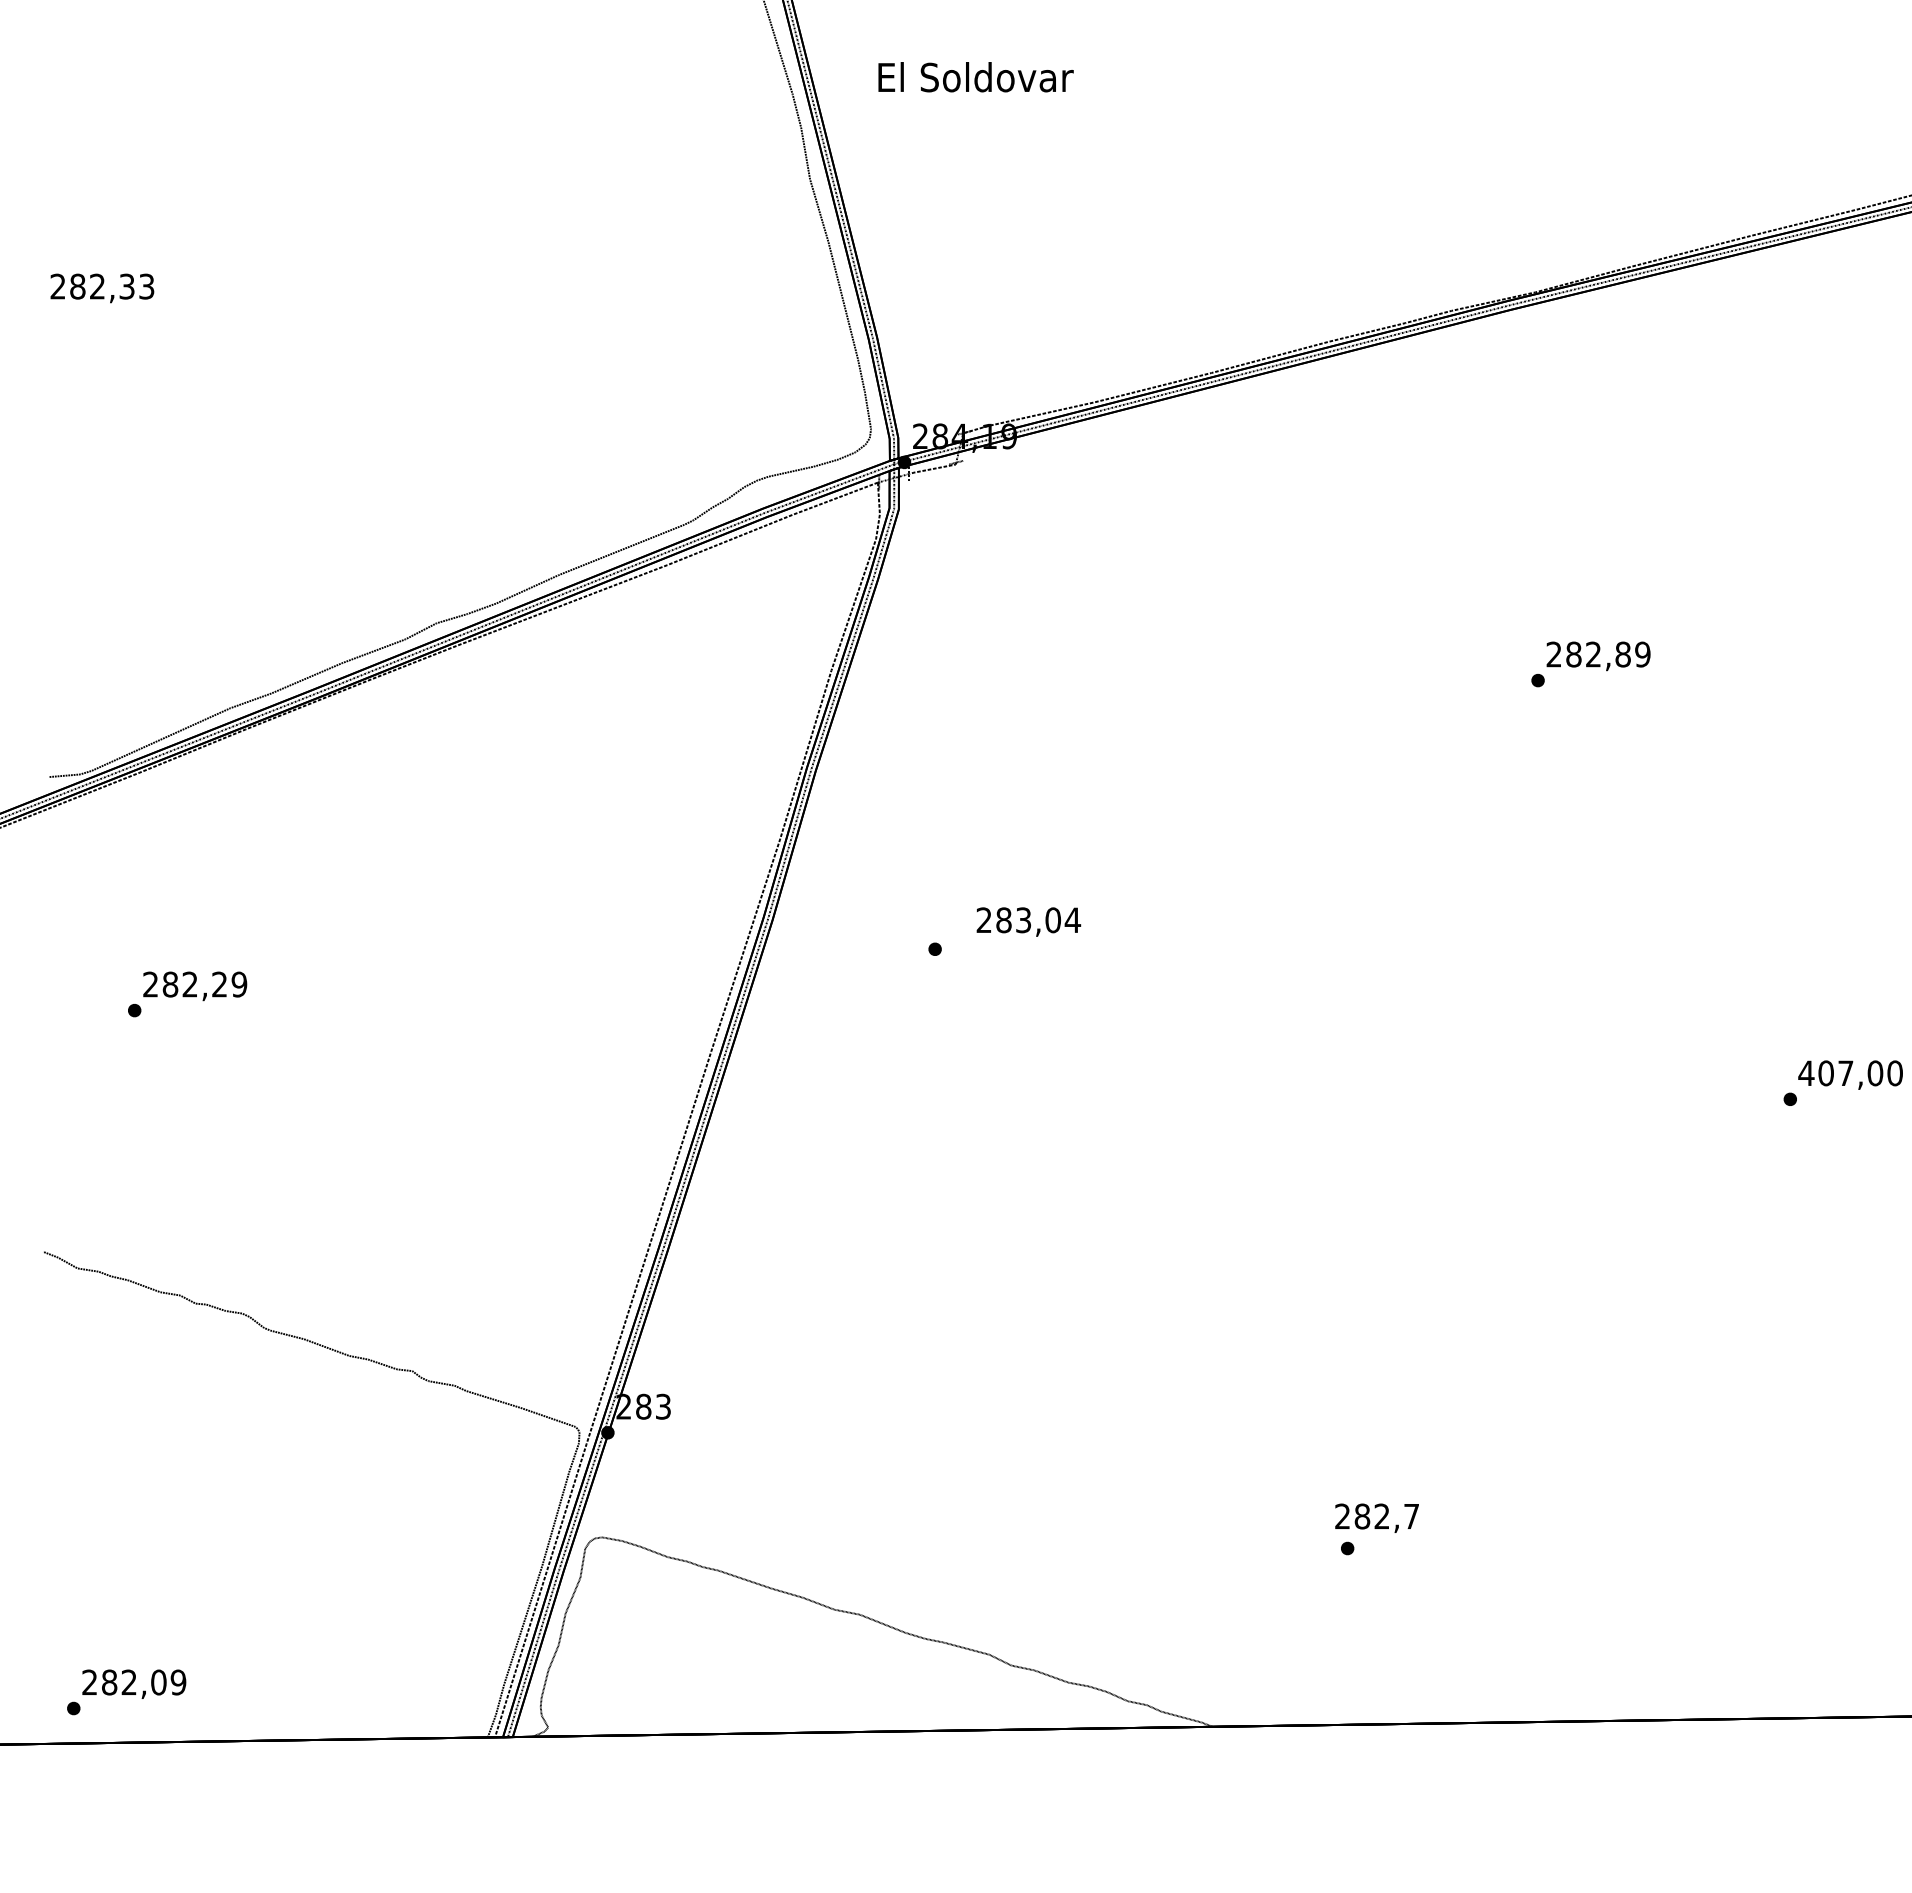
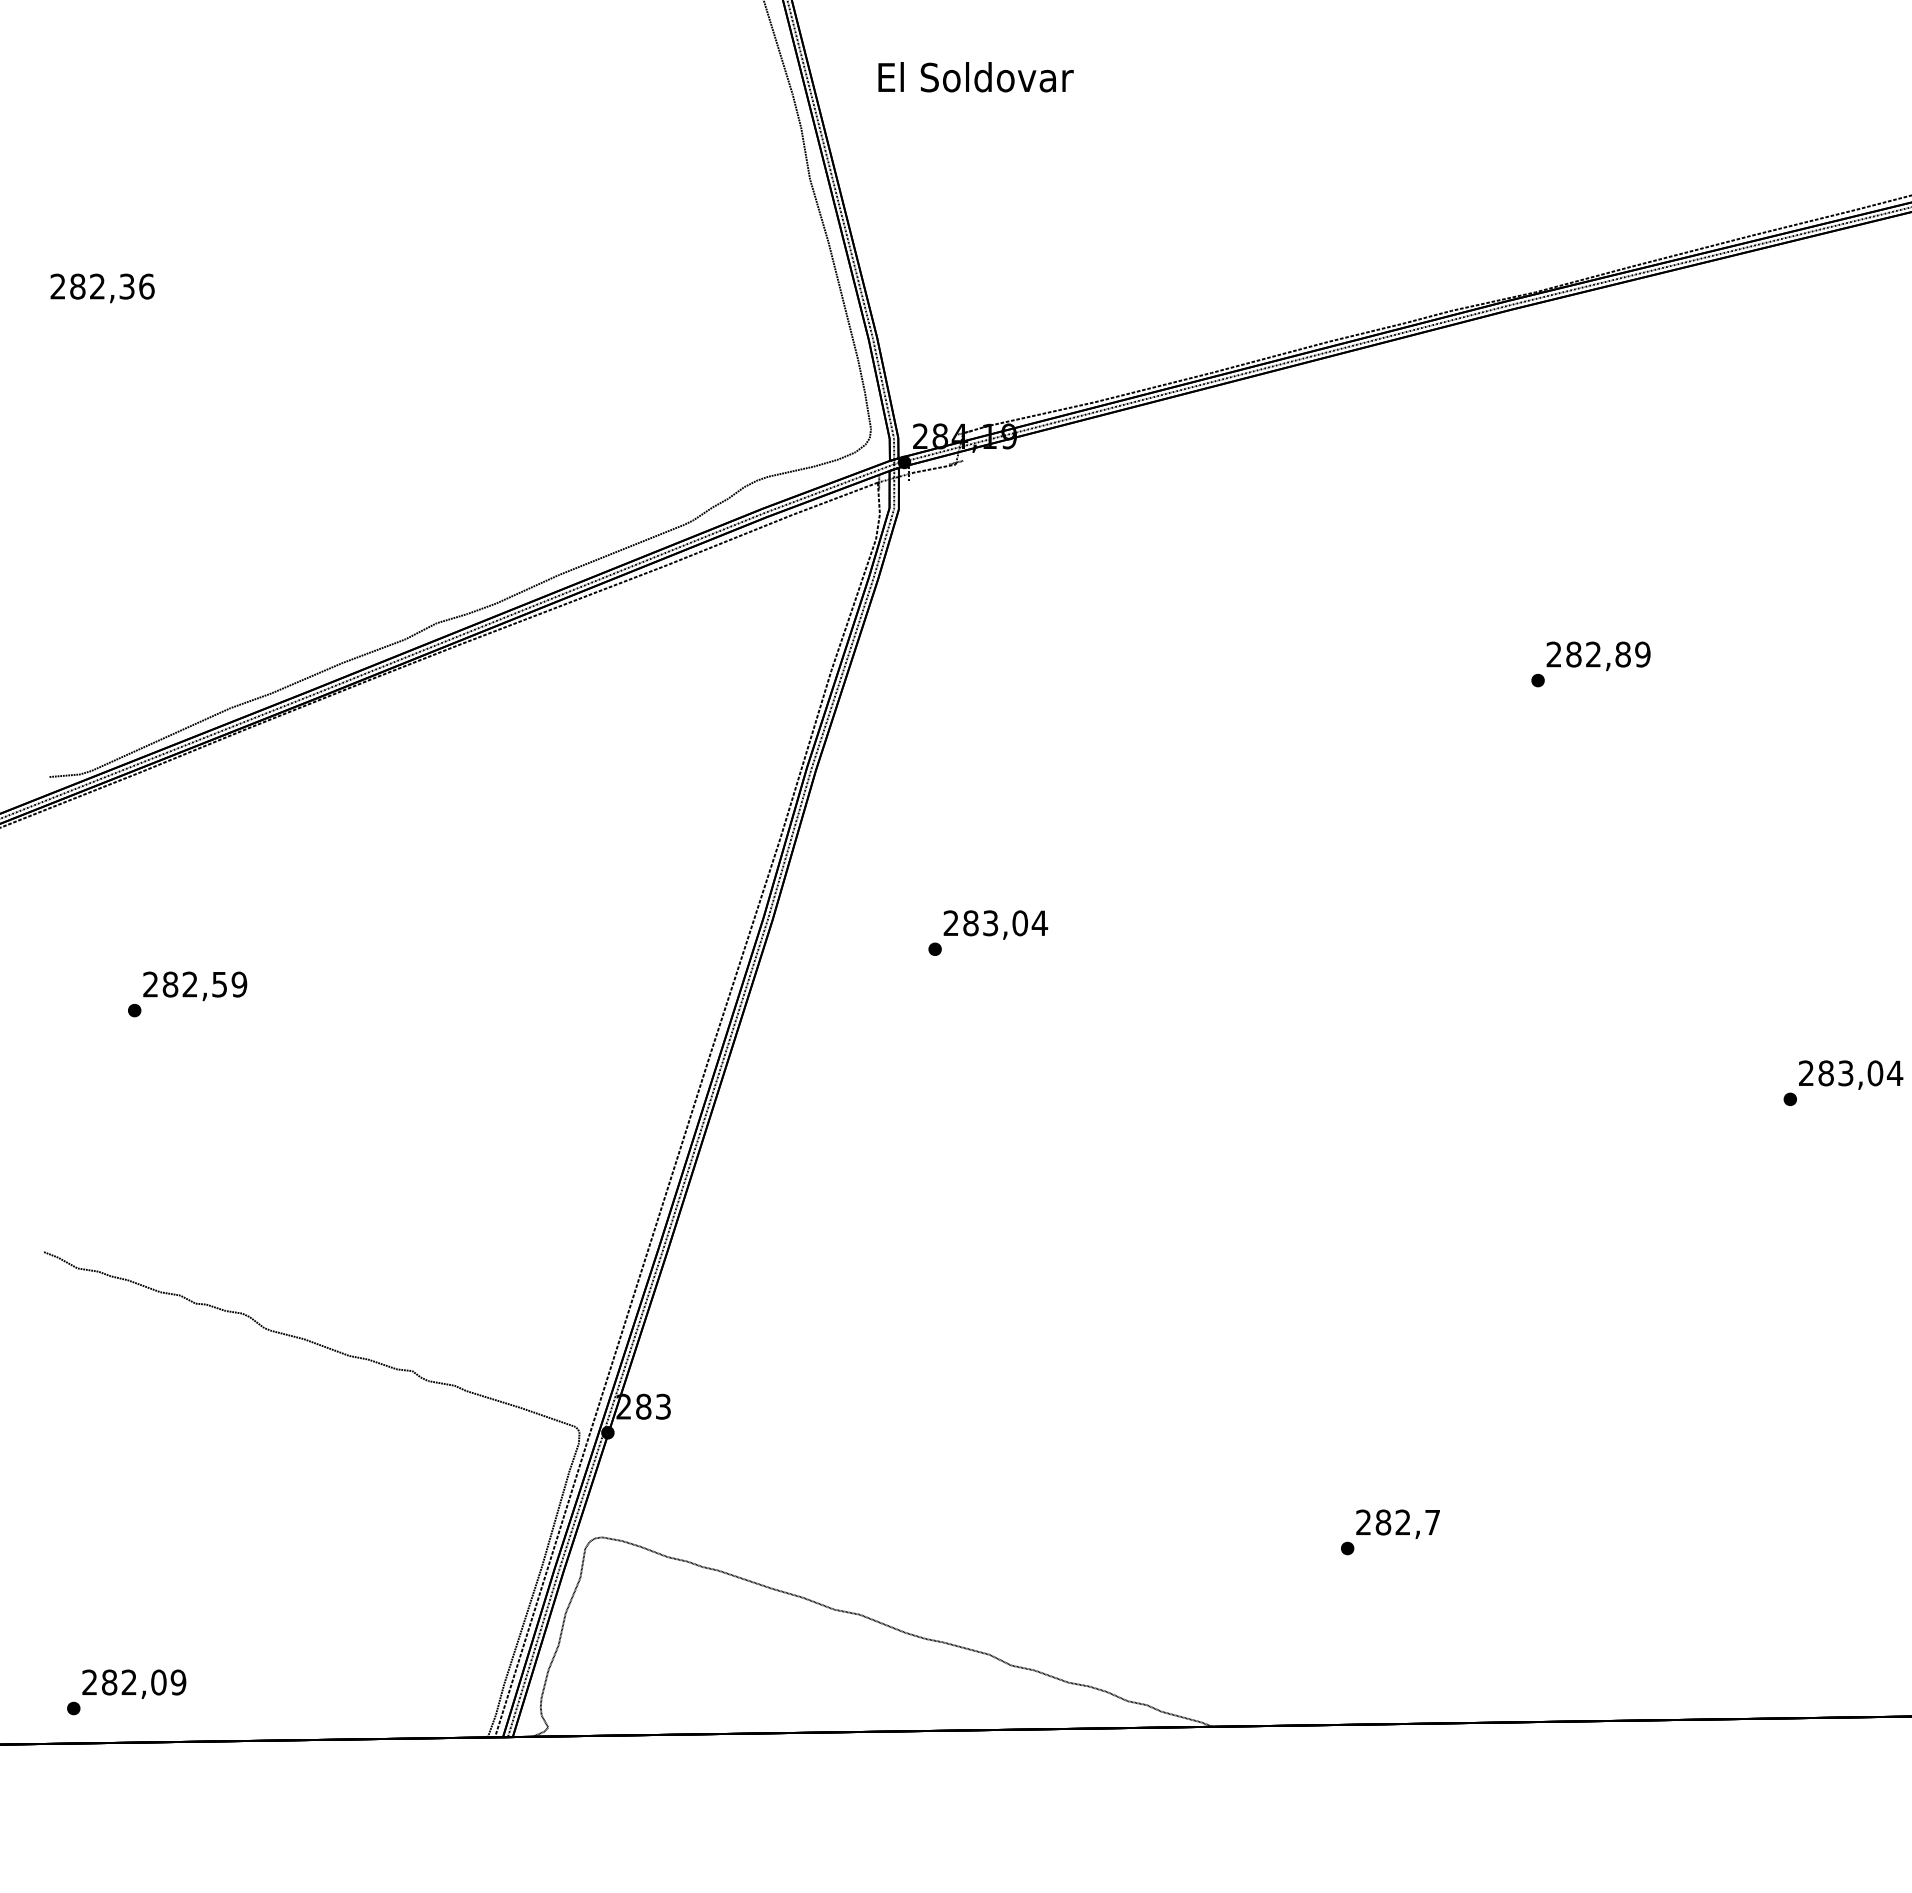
text at (146, 286): 282,33 -> 282,36
text at (1028, 921) position: (1028, 921) -> (995, 924)
text at (219, 984): 282,29 -> 282,59
text at (1850, 1073): 407,00 -> 283,04
text at (1376, 1517) position: (1376, 1517) -> (1397, 1523)
